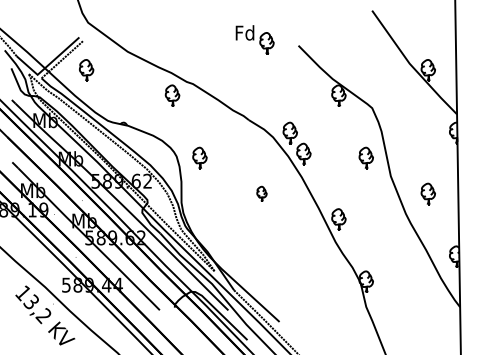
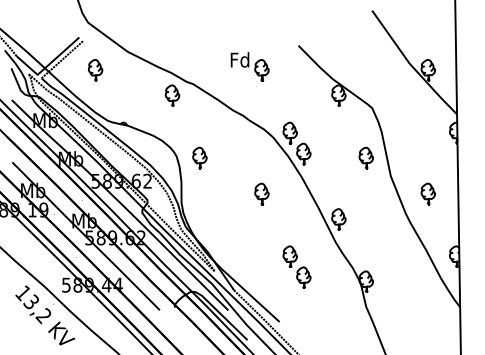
part at (254, 39) position: (254, 39) -> (249, 66)
part at (86, 70) position: (86, 70) -> (95, 70)
part at (261, 193) size: 12x17 px -> 16x24 px
part at (296, 266): none -> present
